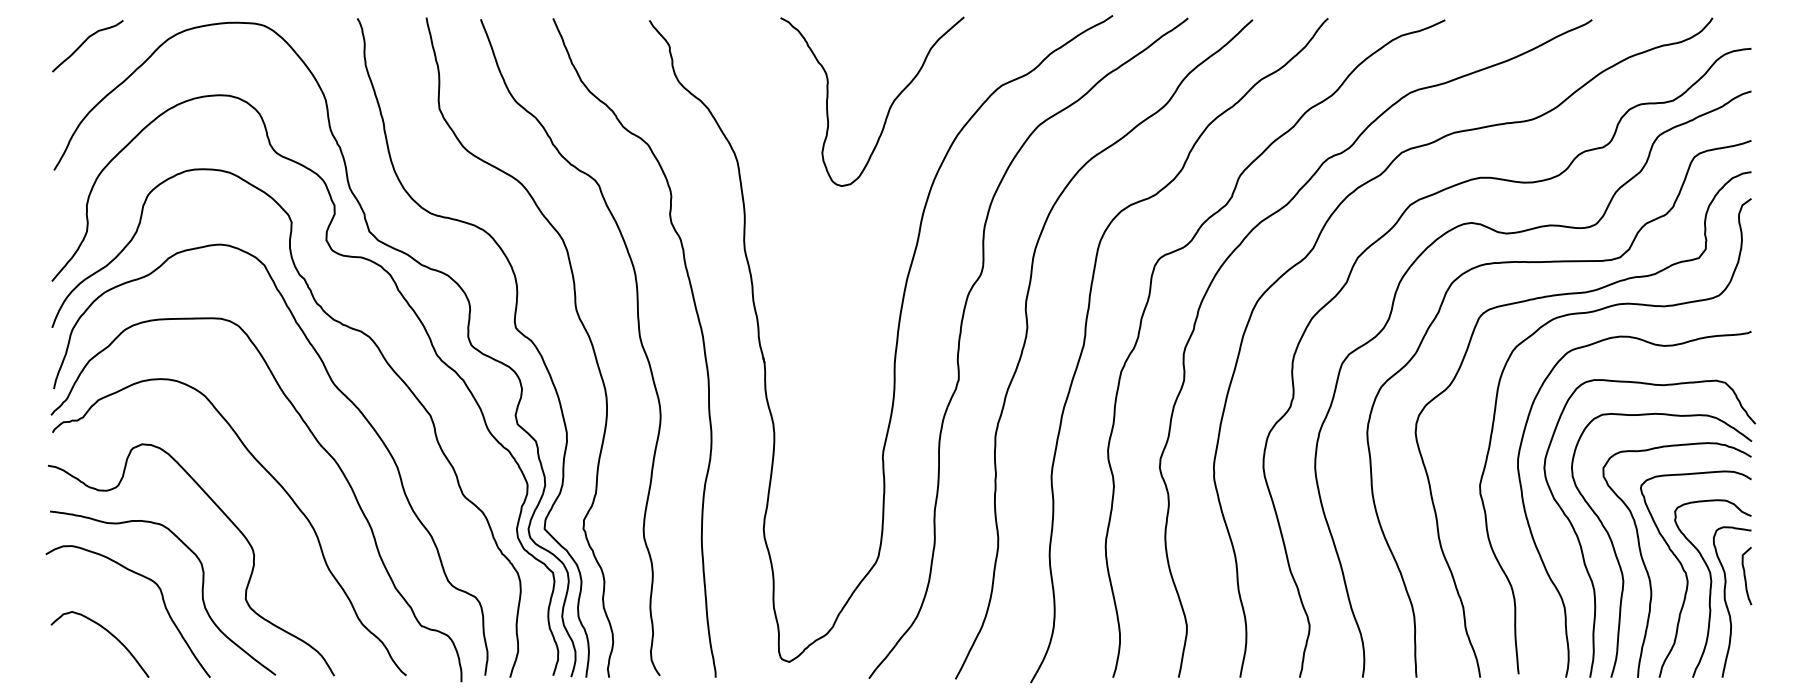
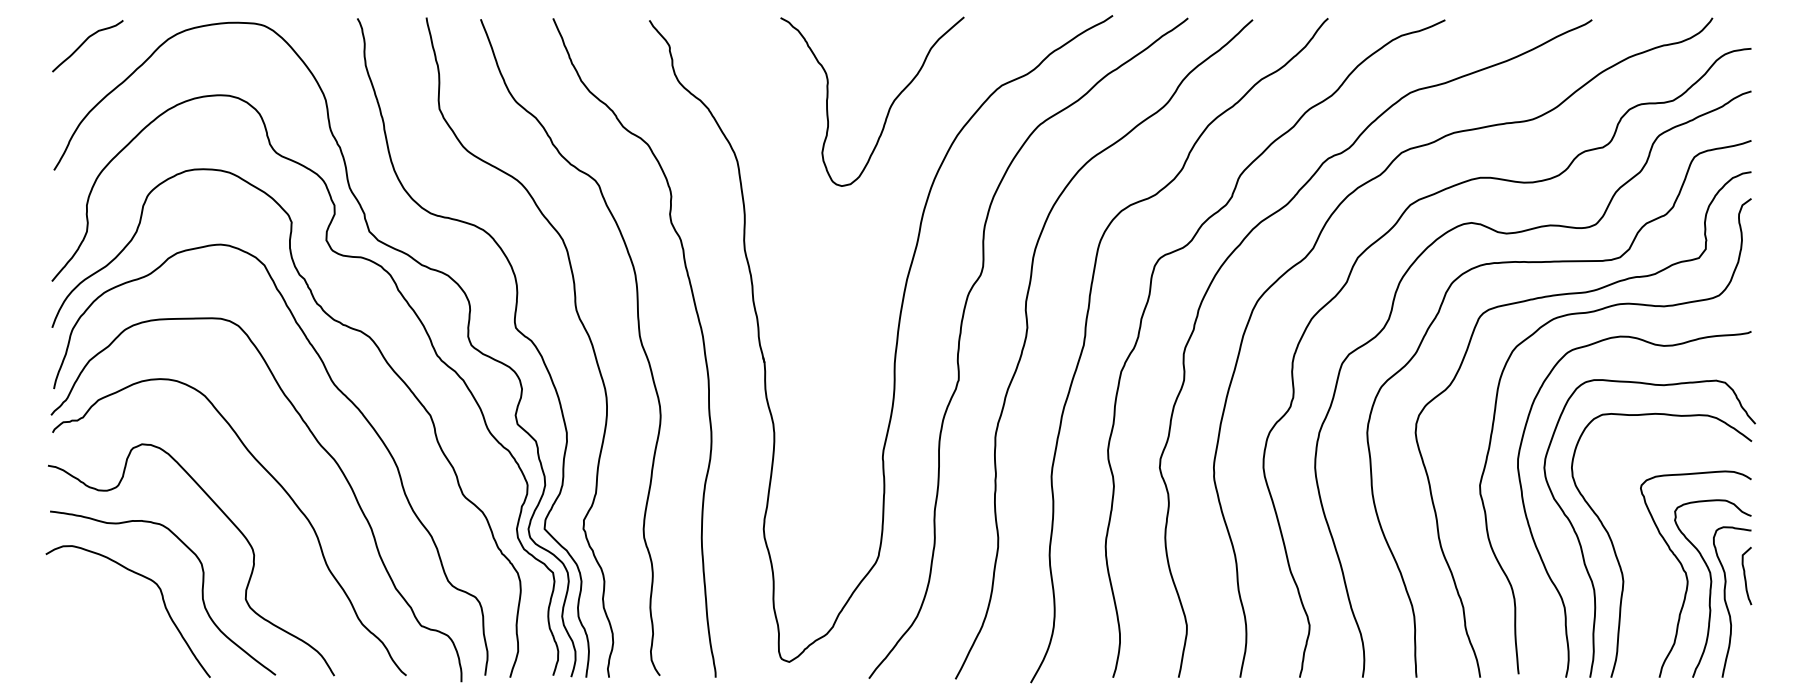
curve at (1648, 571): present -> none
curve at (107, 632): present -> none
